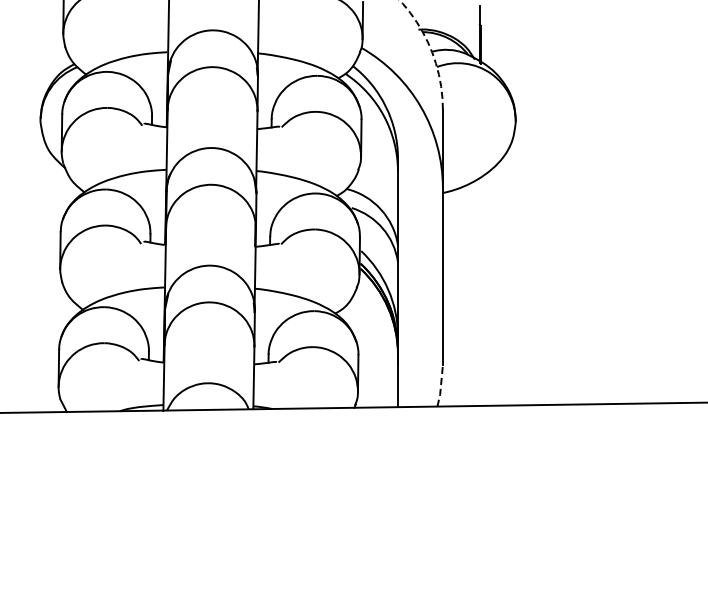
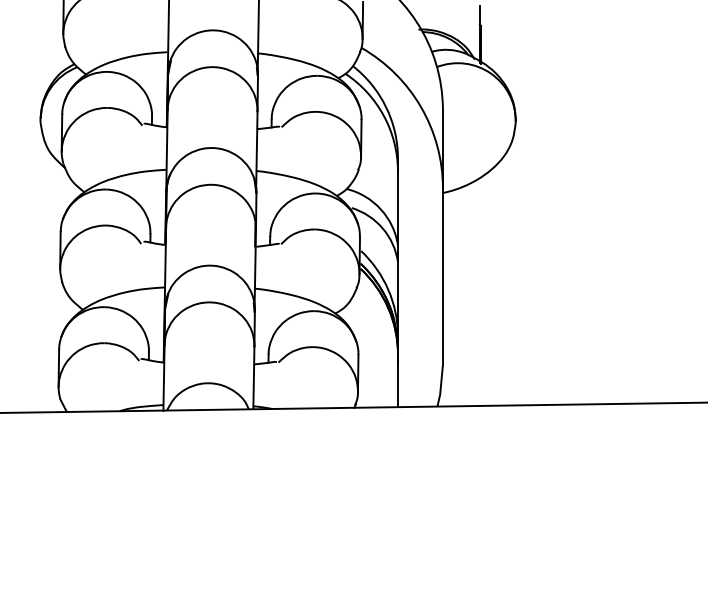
arc at (431, 50): dashed -> solid
line at (440, 386): dashed -> solid
